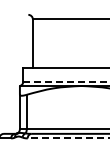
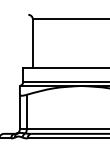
line at (66, 81): dashed -> solid
line at (68, 138): dashed -> solid
